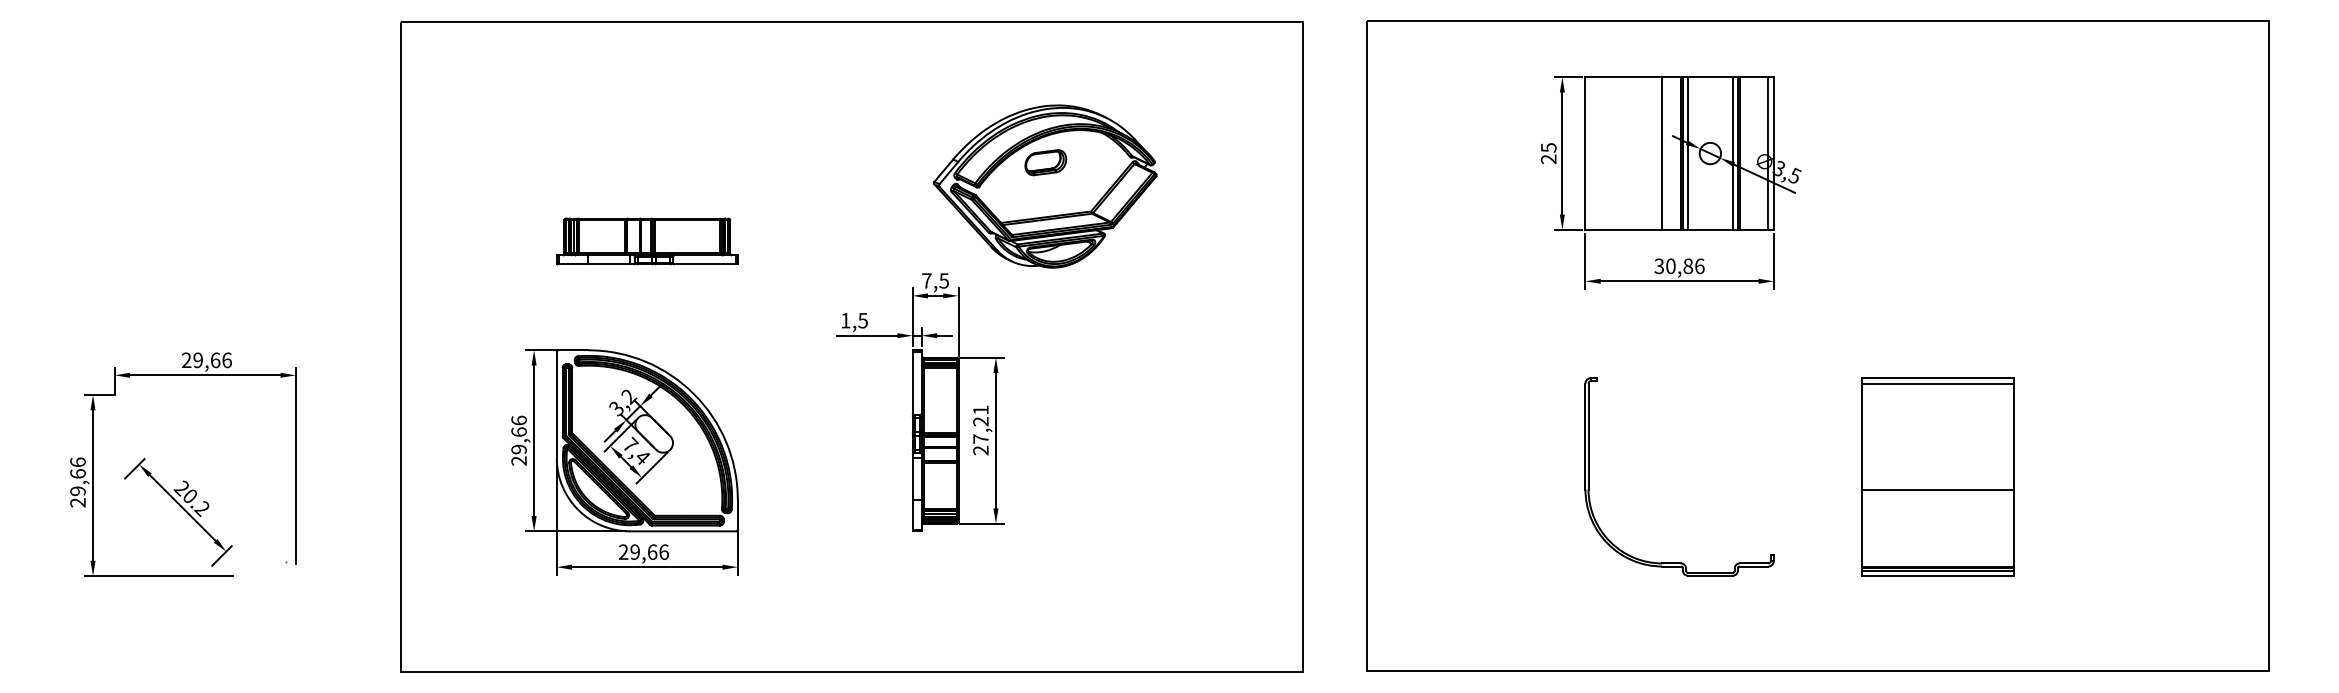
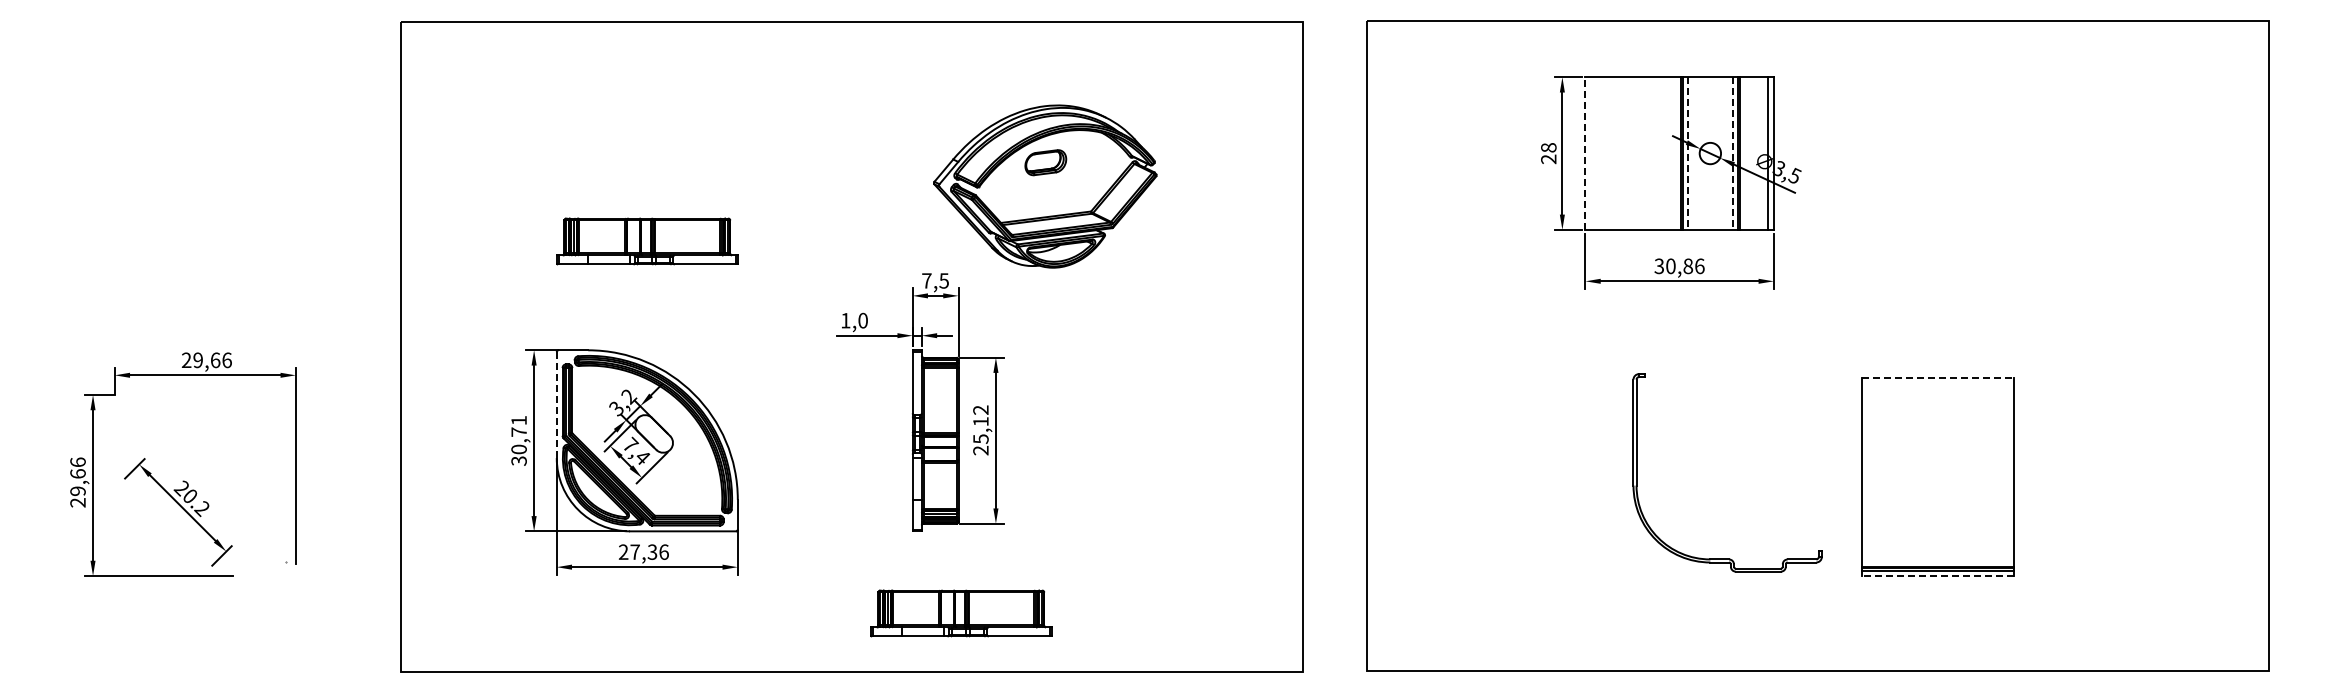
text at (1548, 147): 25 -> 28
line at (1585, 153): solid -> dashed
line at (1662, 153): present -> none
line at (1687, 154): solid -> dashed
line at (1732, 154): solid -> dashed
text at (862, 320): 1,5 -> 1,0
line at (1938, 378): solid -> dashed
line at (1937, 383): present -> none
line at (556, 405): solid -> dashed
text at (980, 424): 27,21 -> 25,12
text at (518, 440): 29,66 -> 30,71
line at (1937, 489): present -> none
text at (643, 551): 29,66 -> 27,36
part at (1679, 562) position: (1679, 562) -> (1727, 558)
line at (1937, 575): solid -> dashed
part at (961, 613): none -> present
